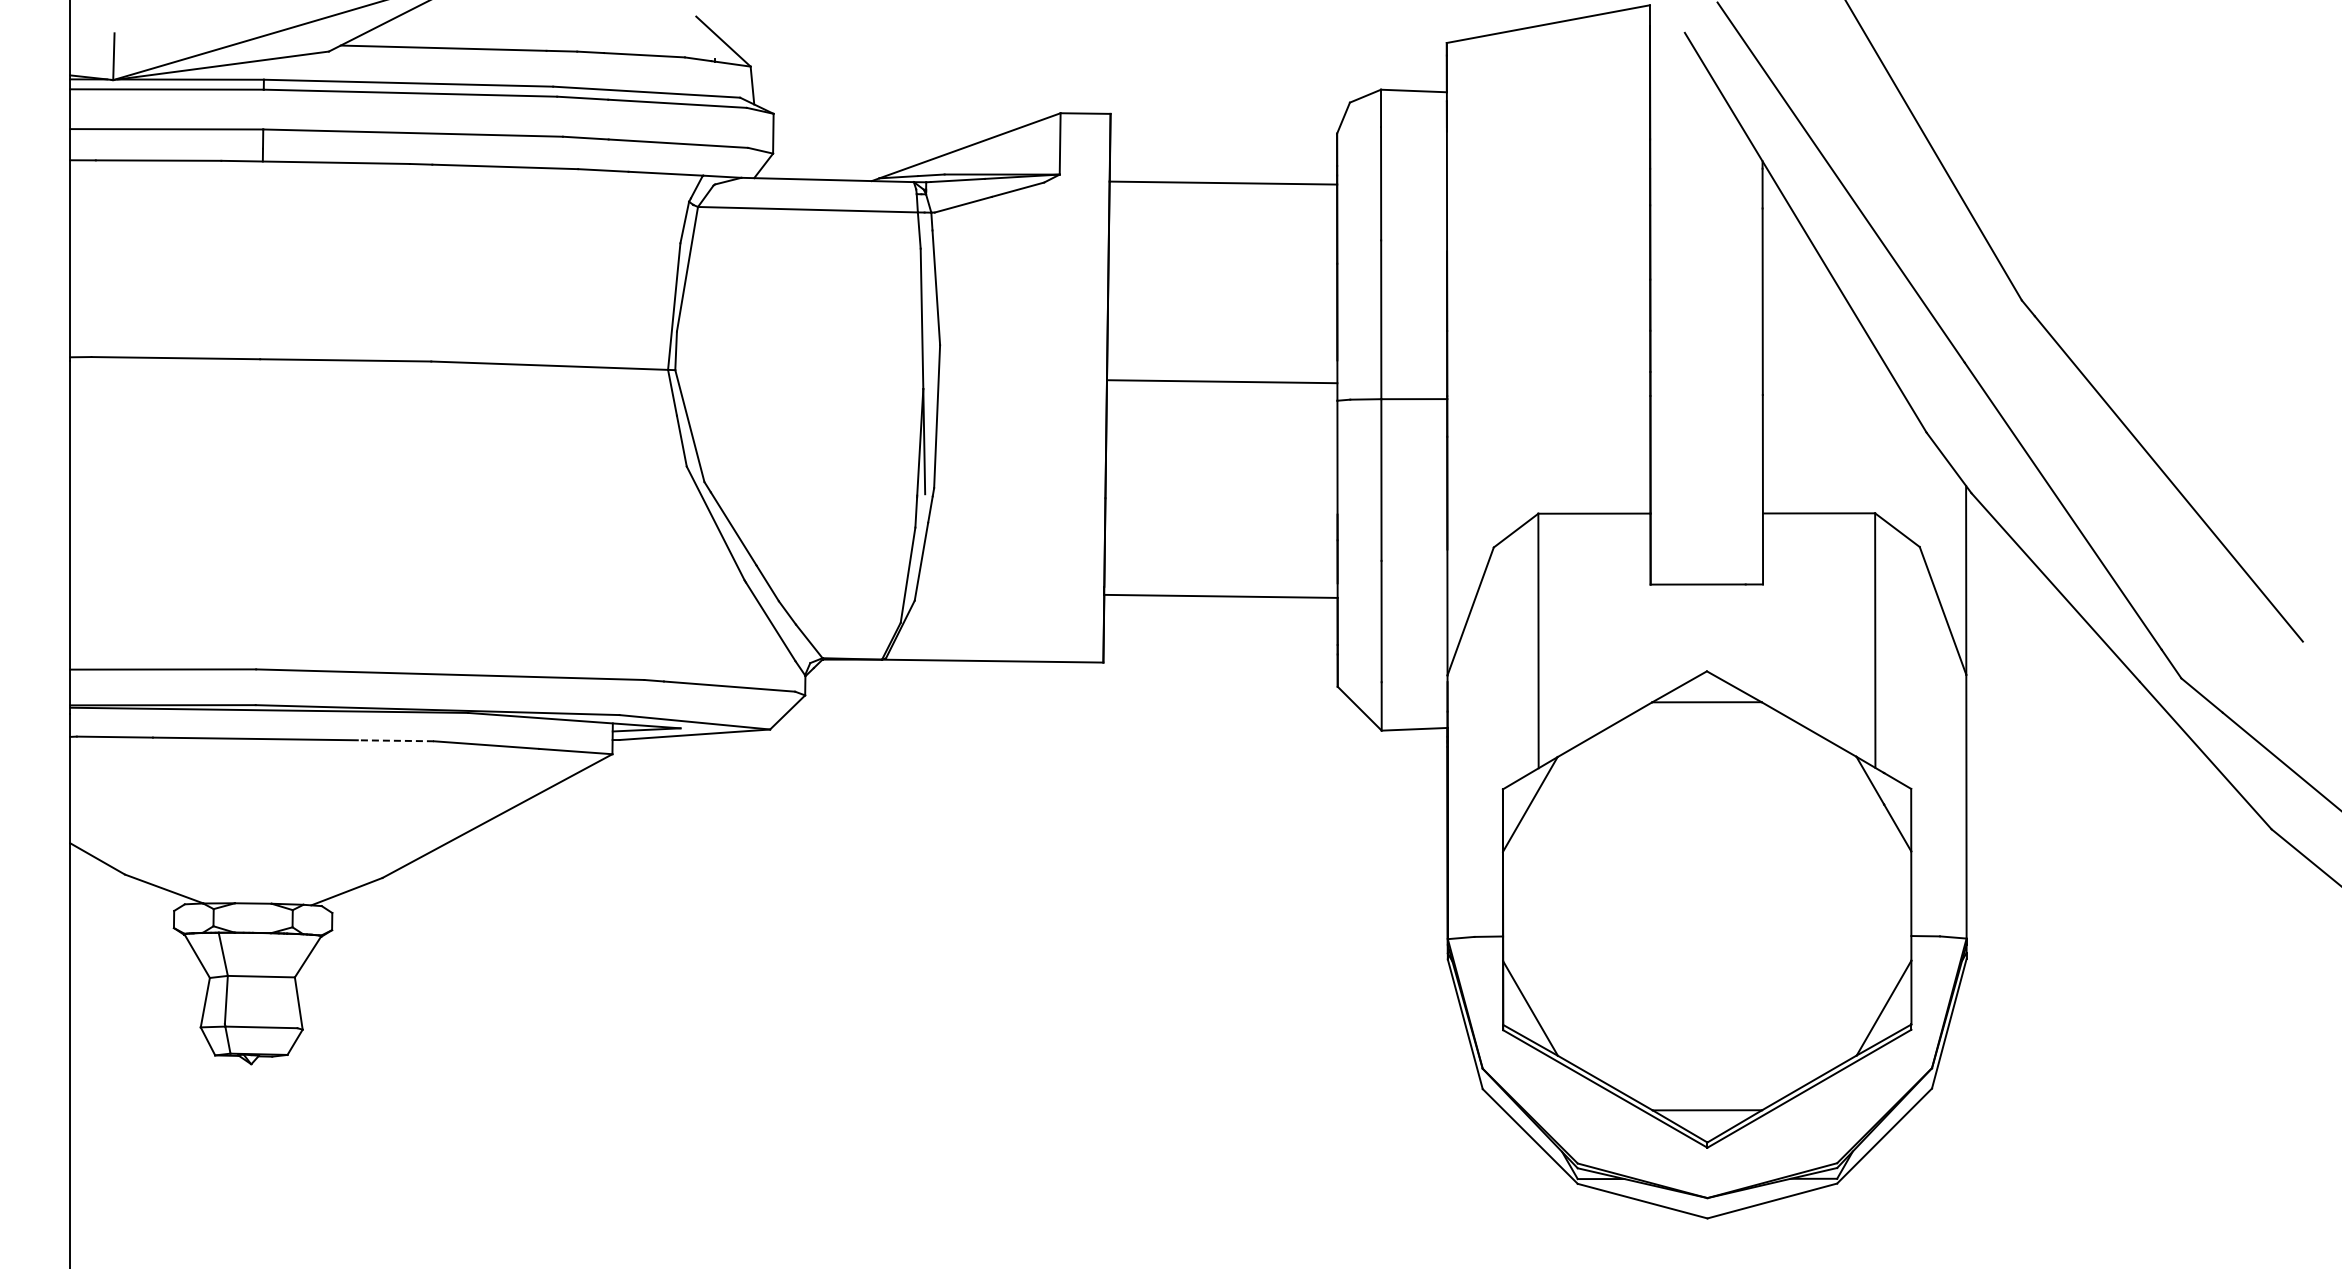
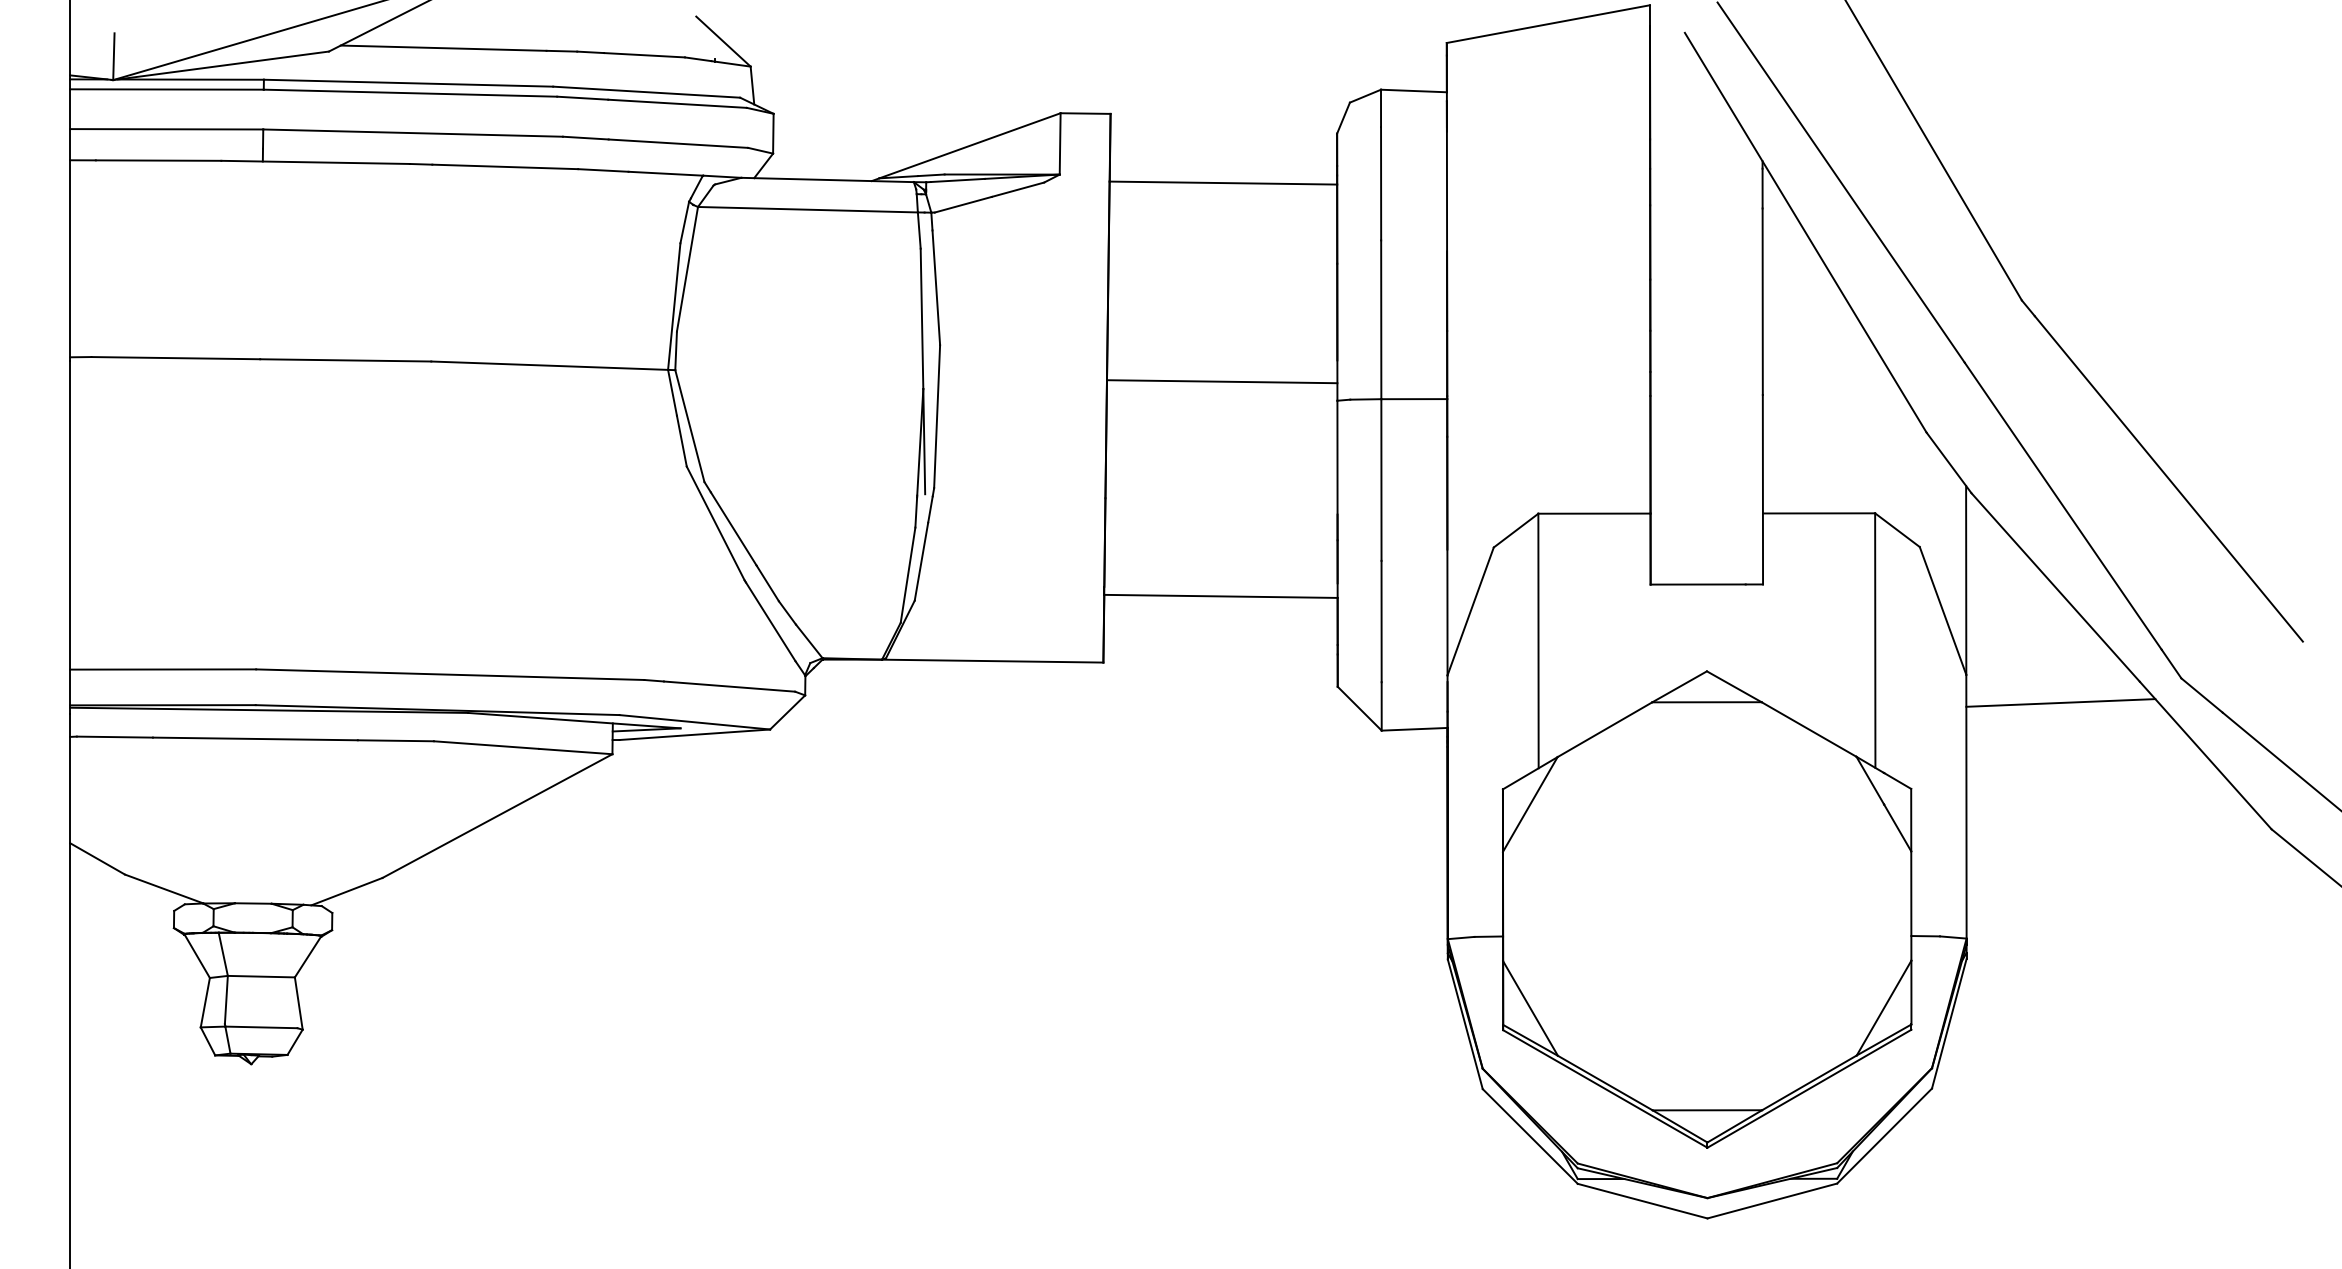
line at (2060, 702): none -> present
line at (395, 740): dashed -> solid
